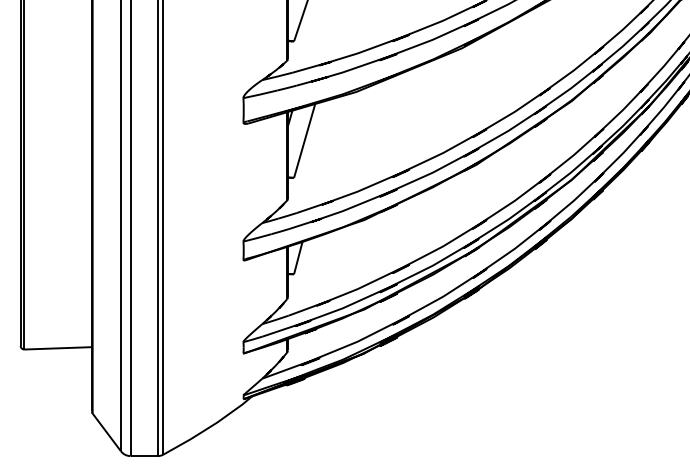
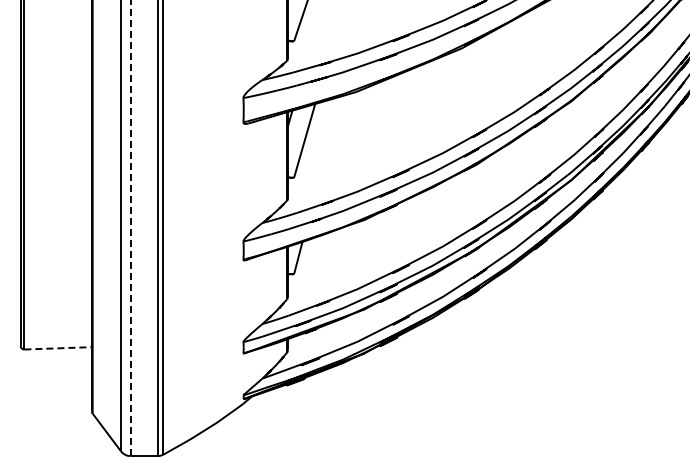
line at (130, 228): solid -> dashed
line at (58, 348): solid -> dashed
